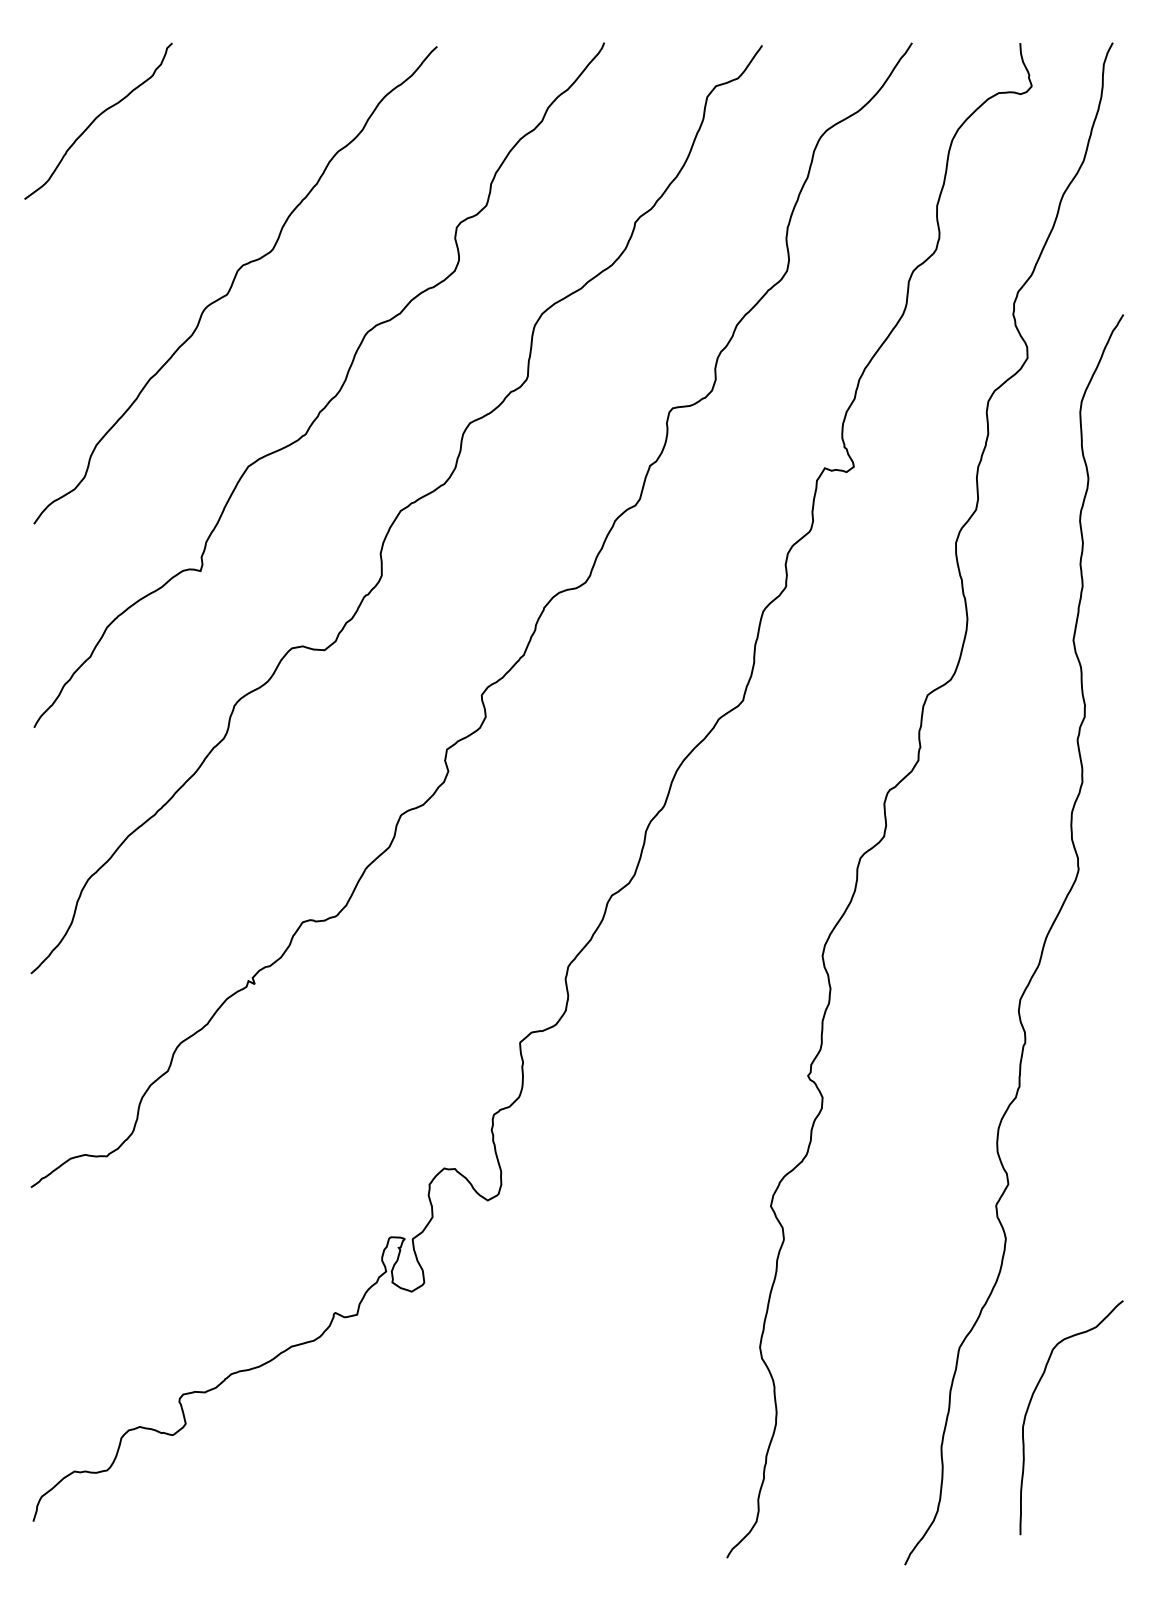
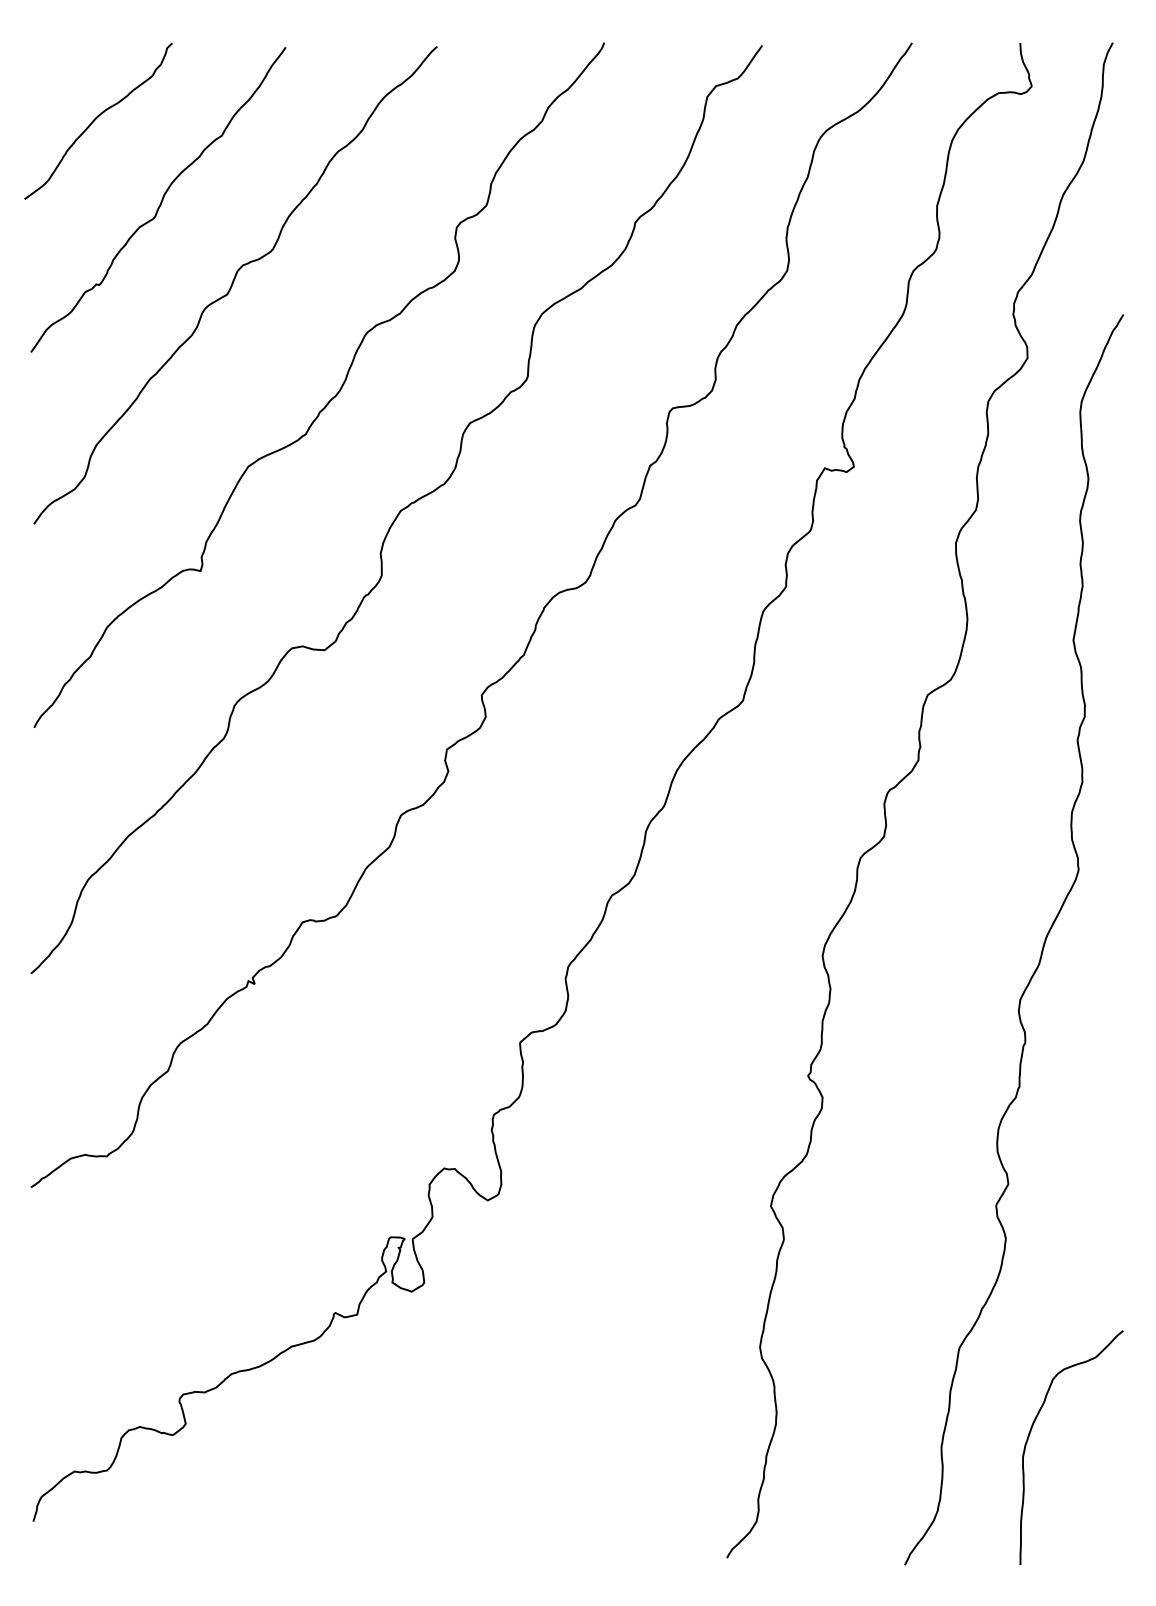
curve at (160, 201): none -> present
curve at (1030, 1404) position: (1030, 1404) -> (1030, 1434)
